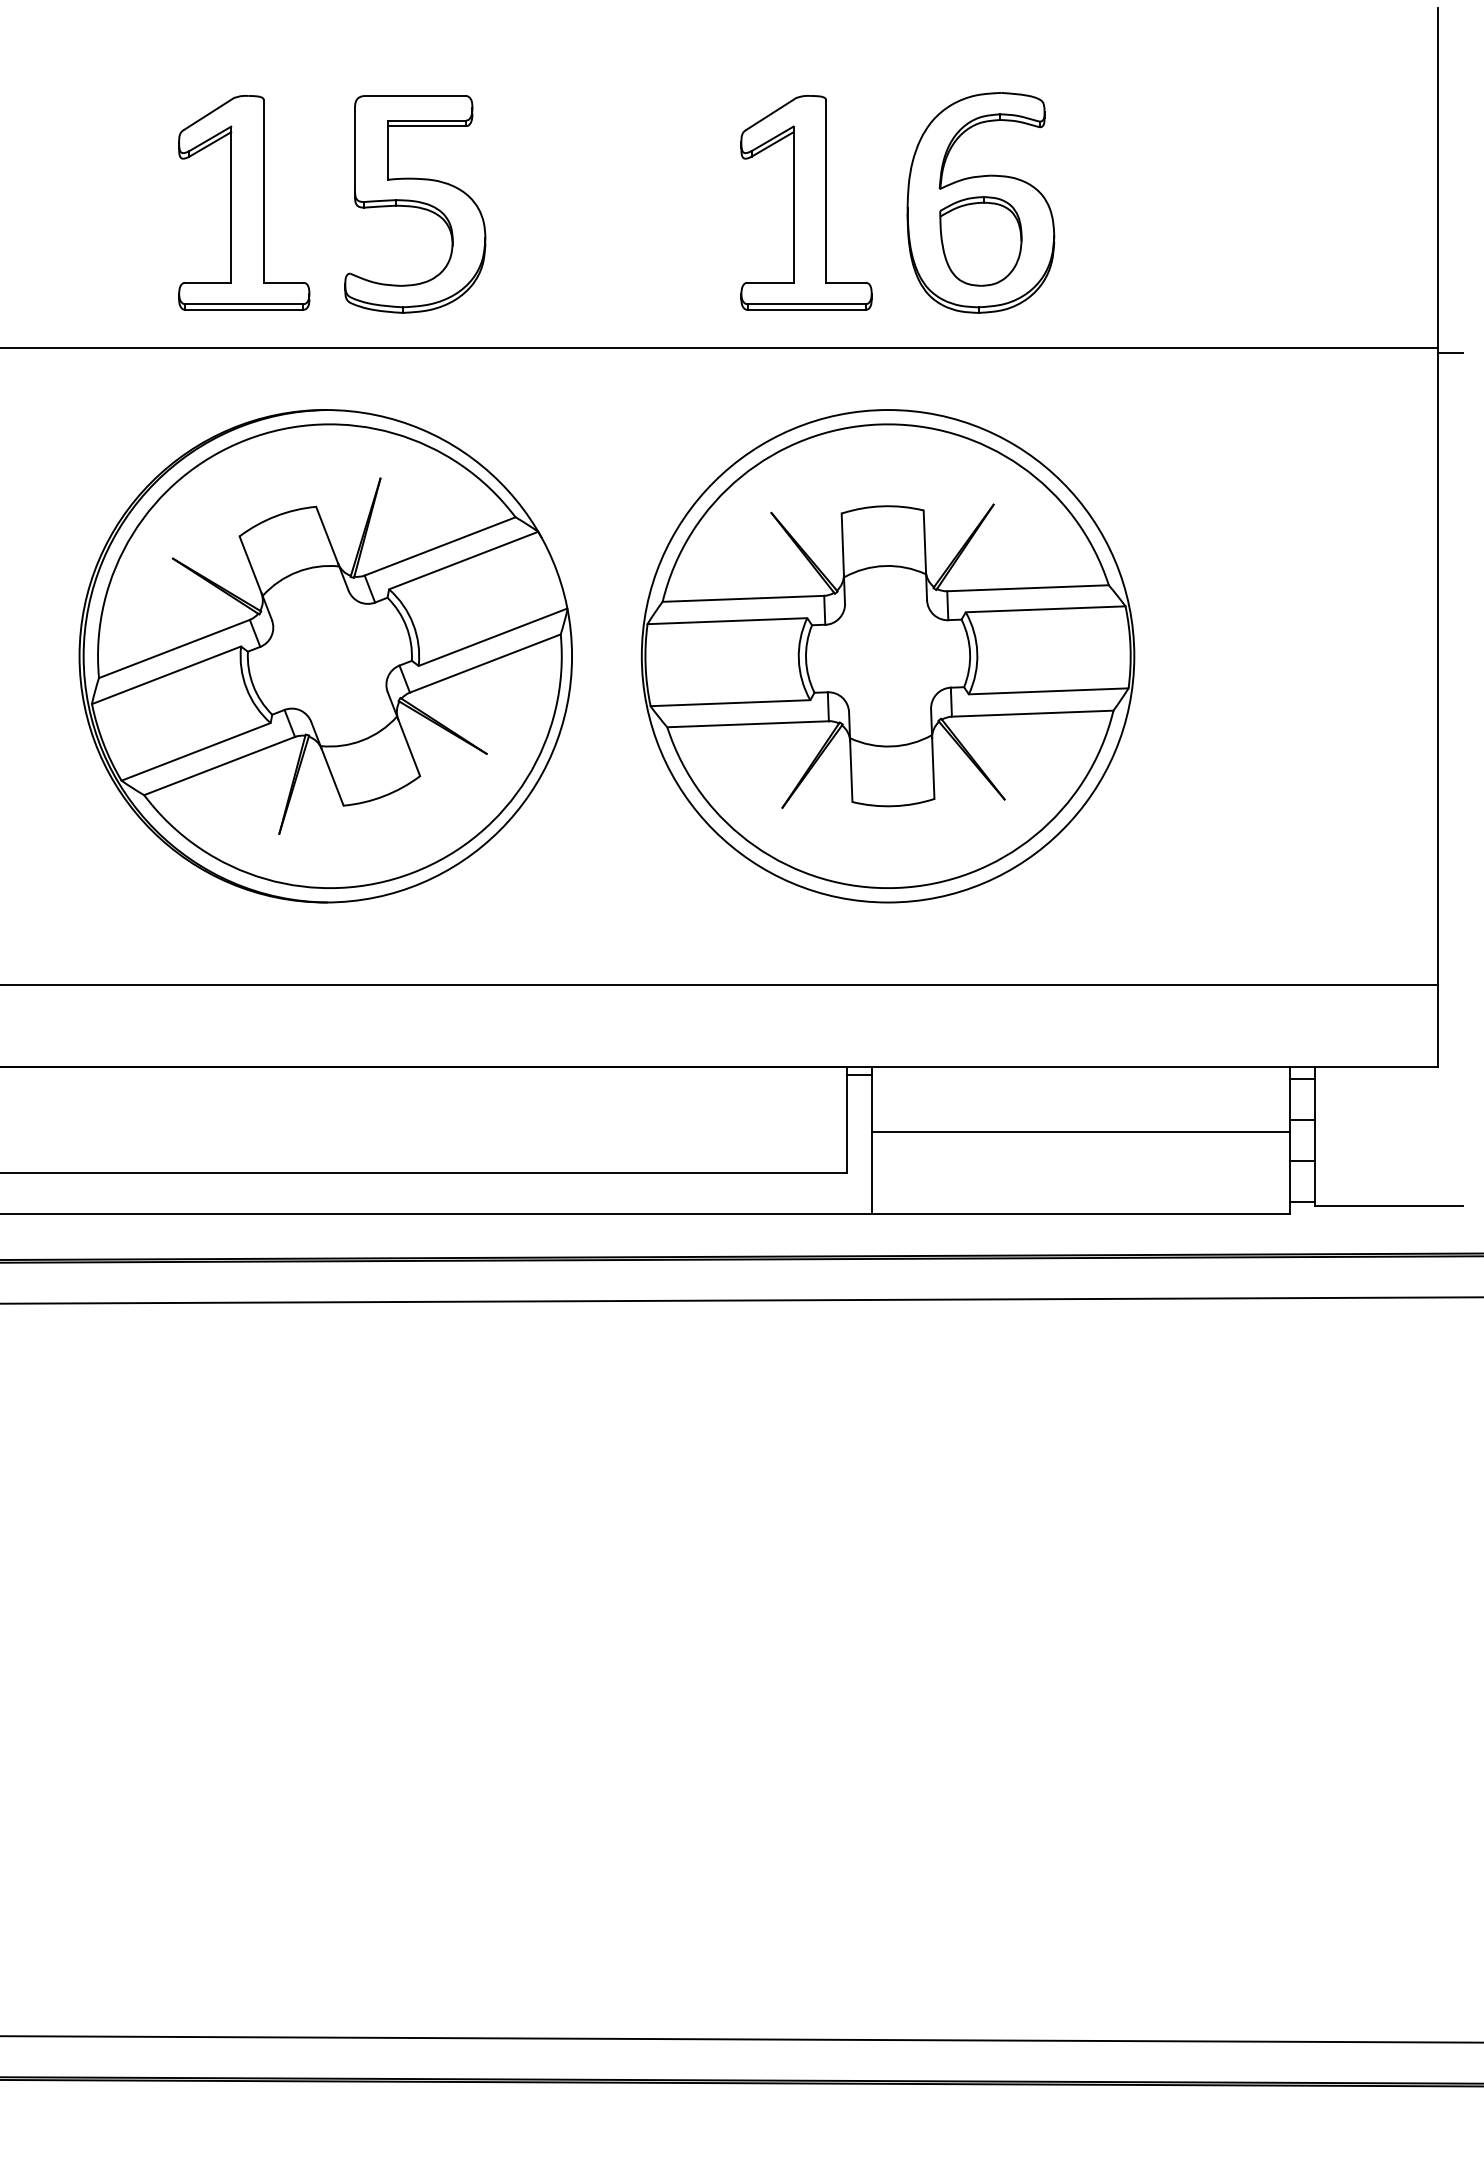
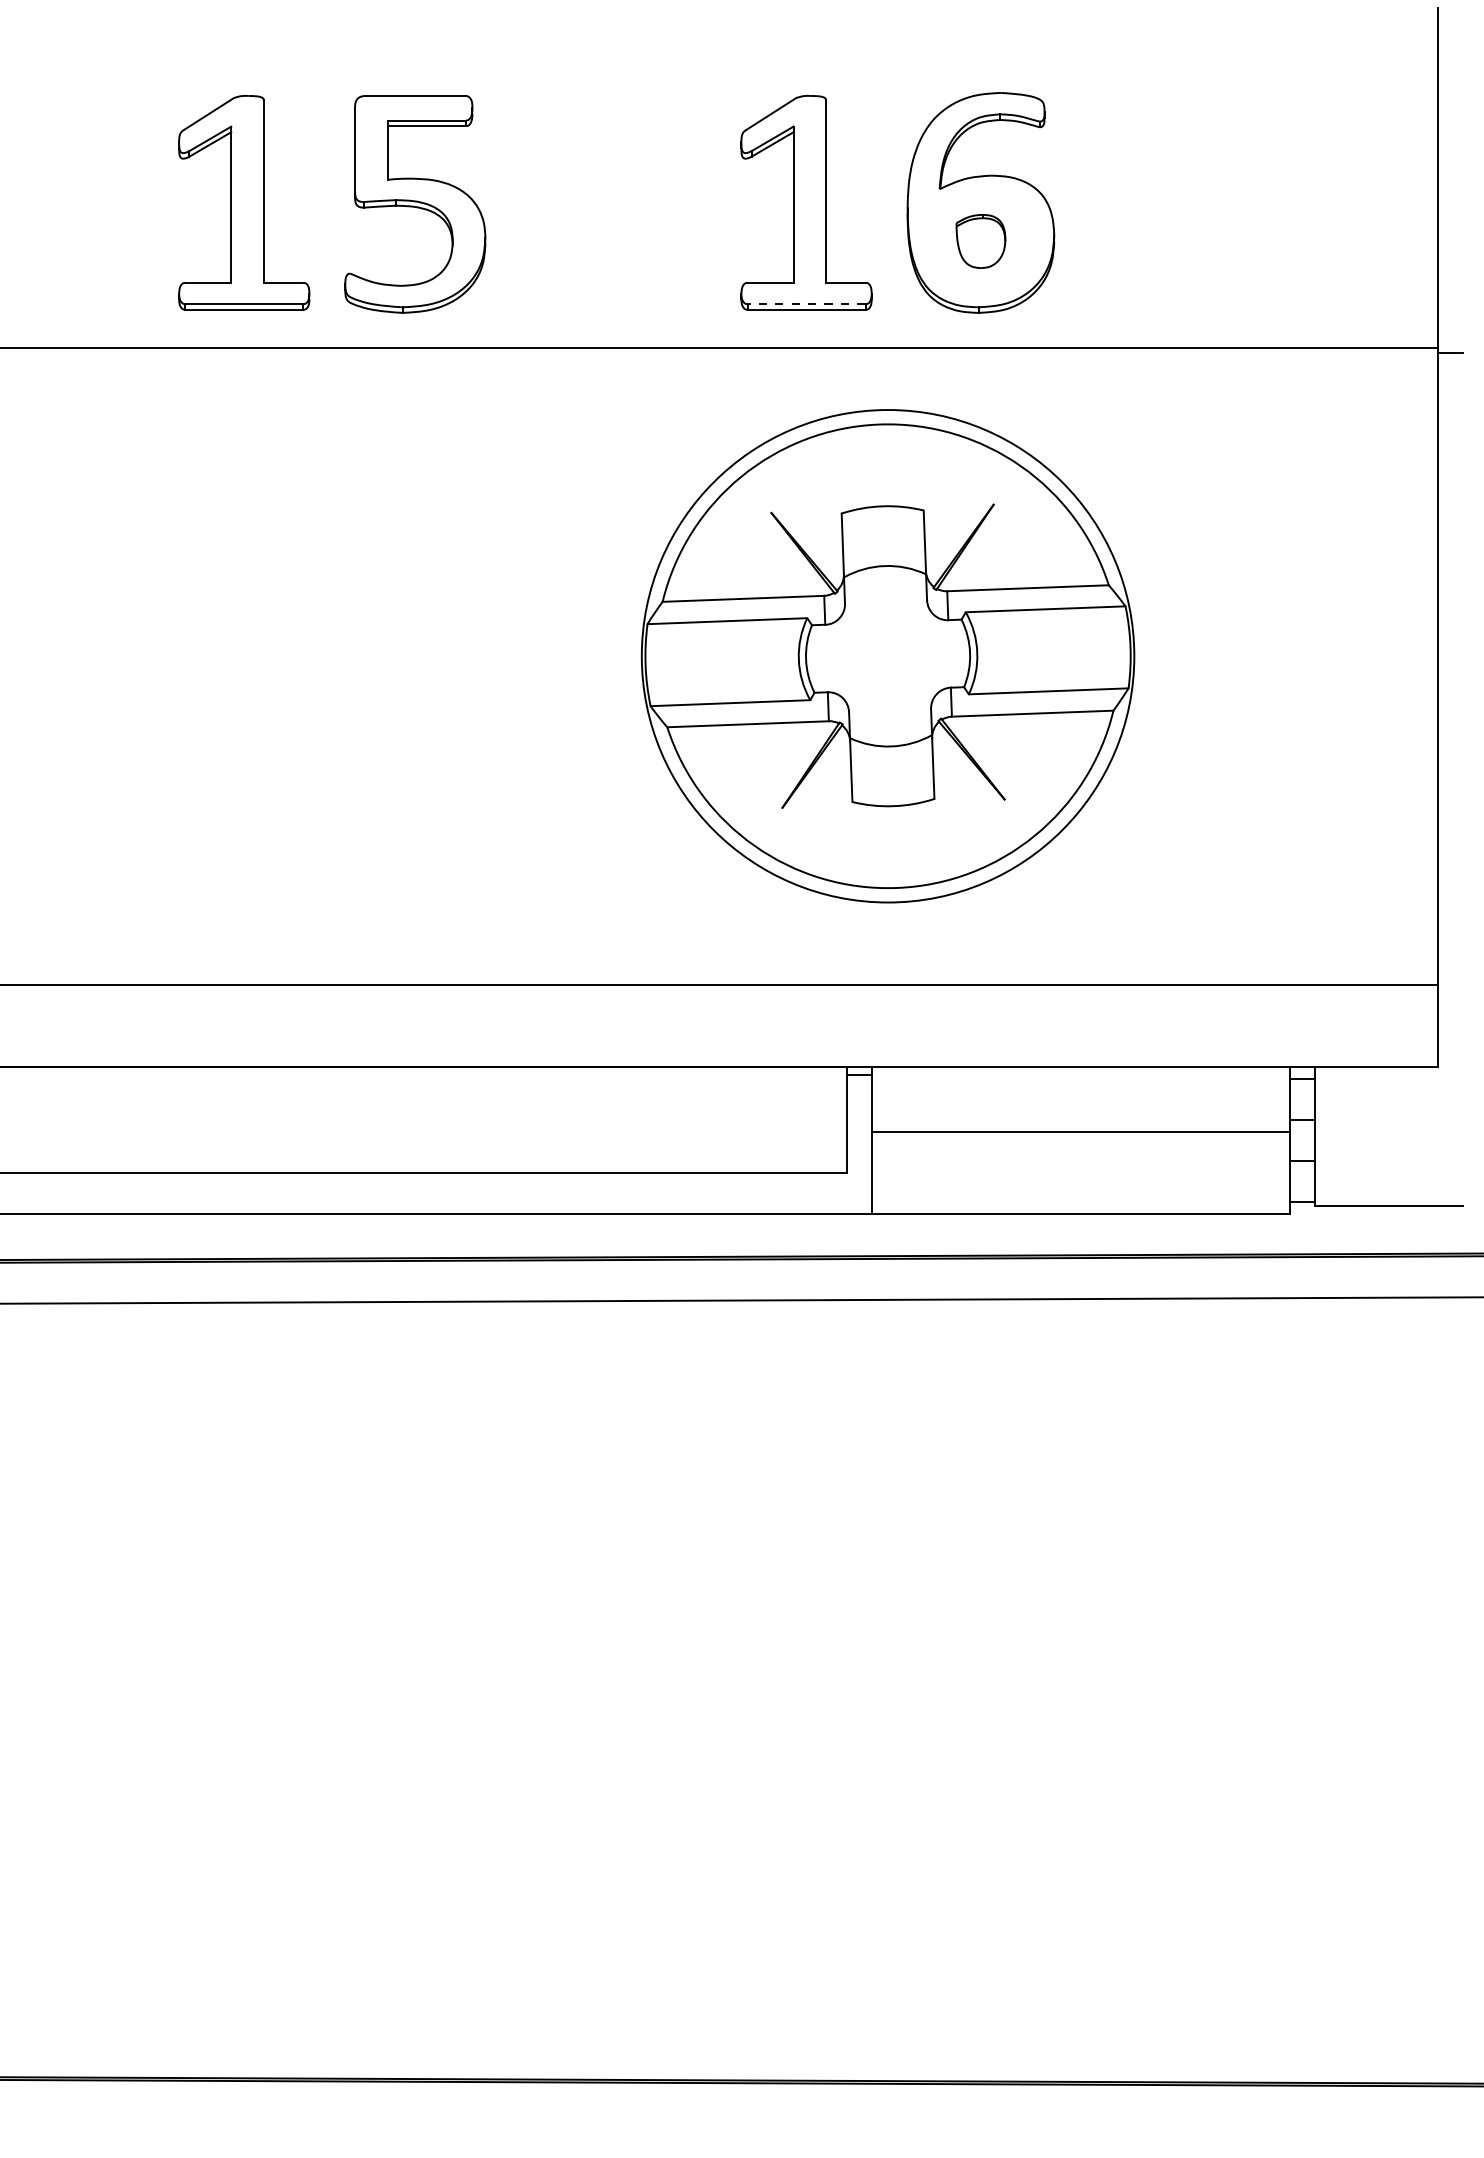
part at (980, 241) size: 84x91 px -> 52x55 px
line at (806, 304): solid -> dashed
part at (325, 656): present -> none
line at (741, 2039): present -> none
